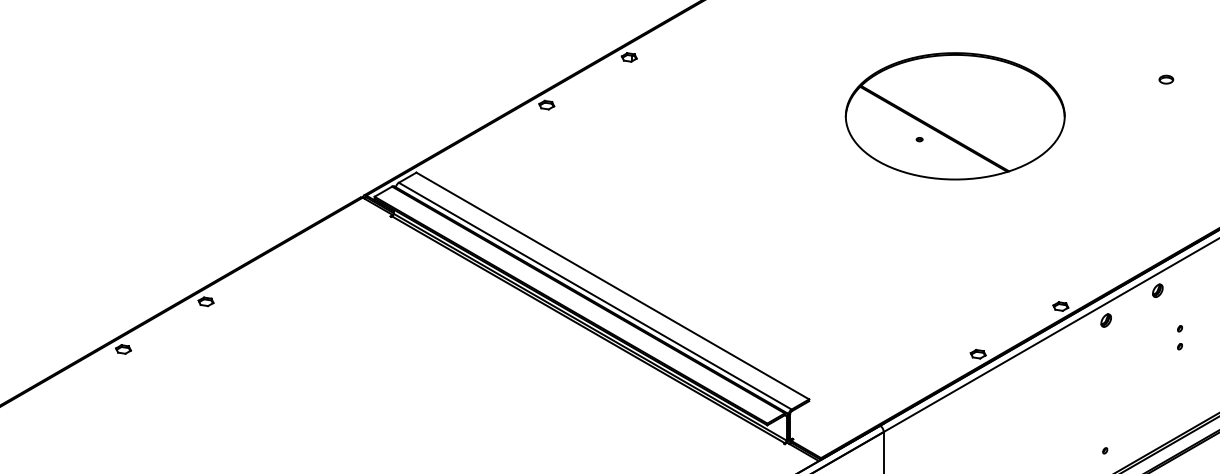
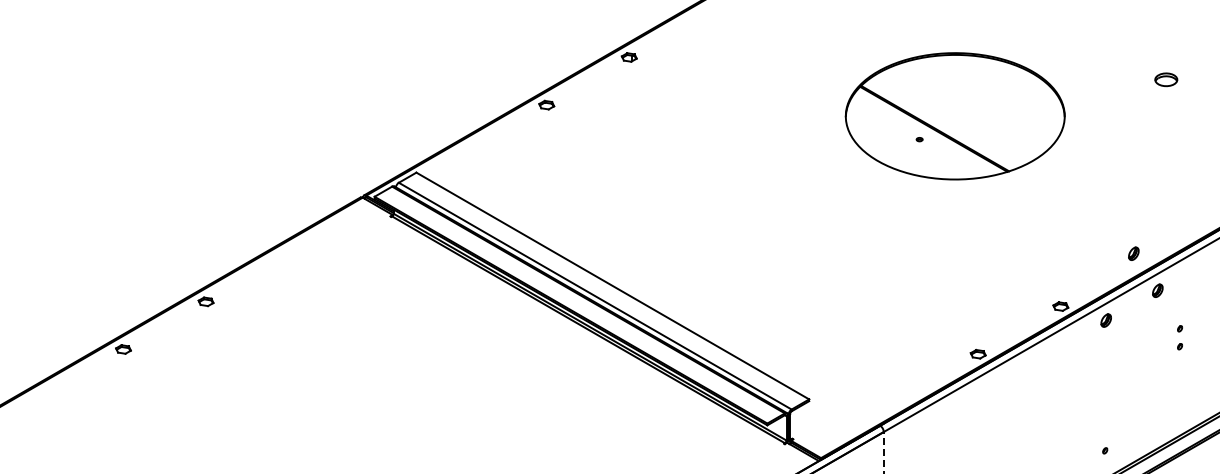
part at (1166, 79) size: 17x11 px -> 25x16 px
part at (1133, 253): none -> present
line at (883, 452): solid -> dashed
